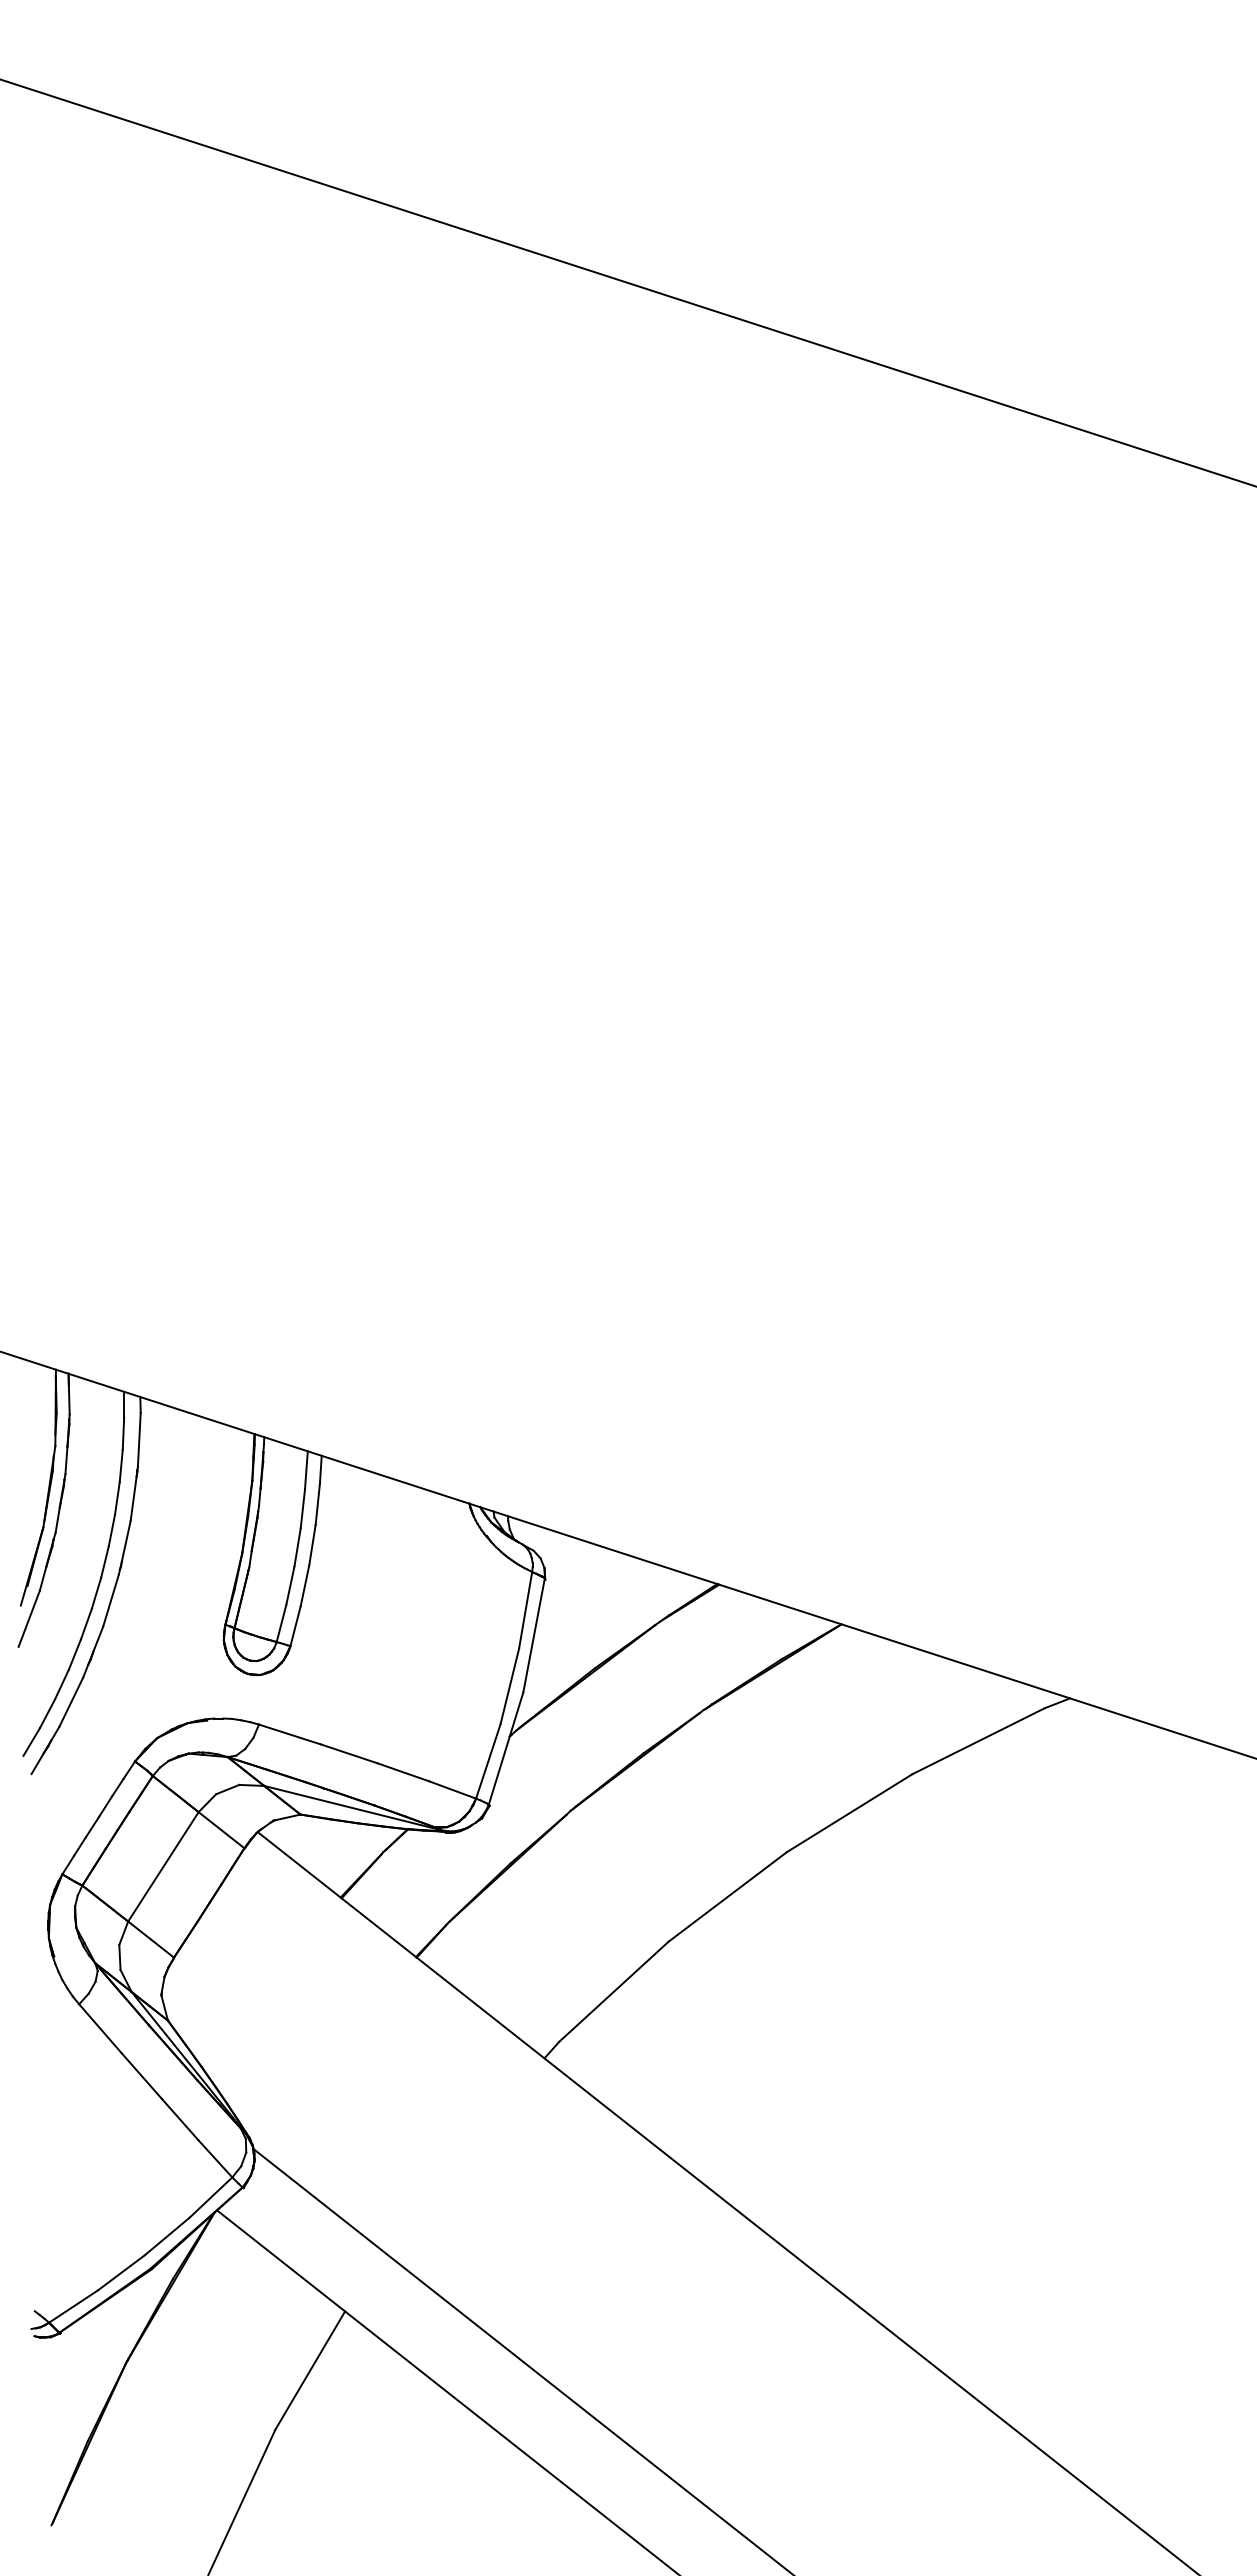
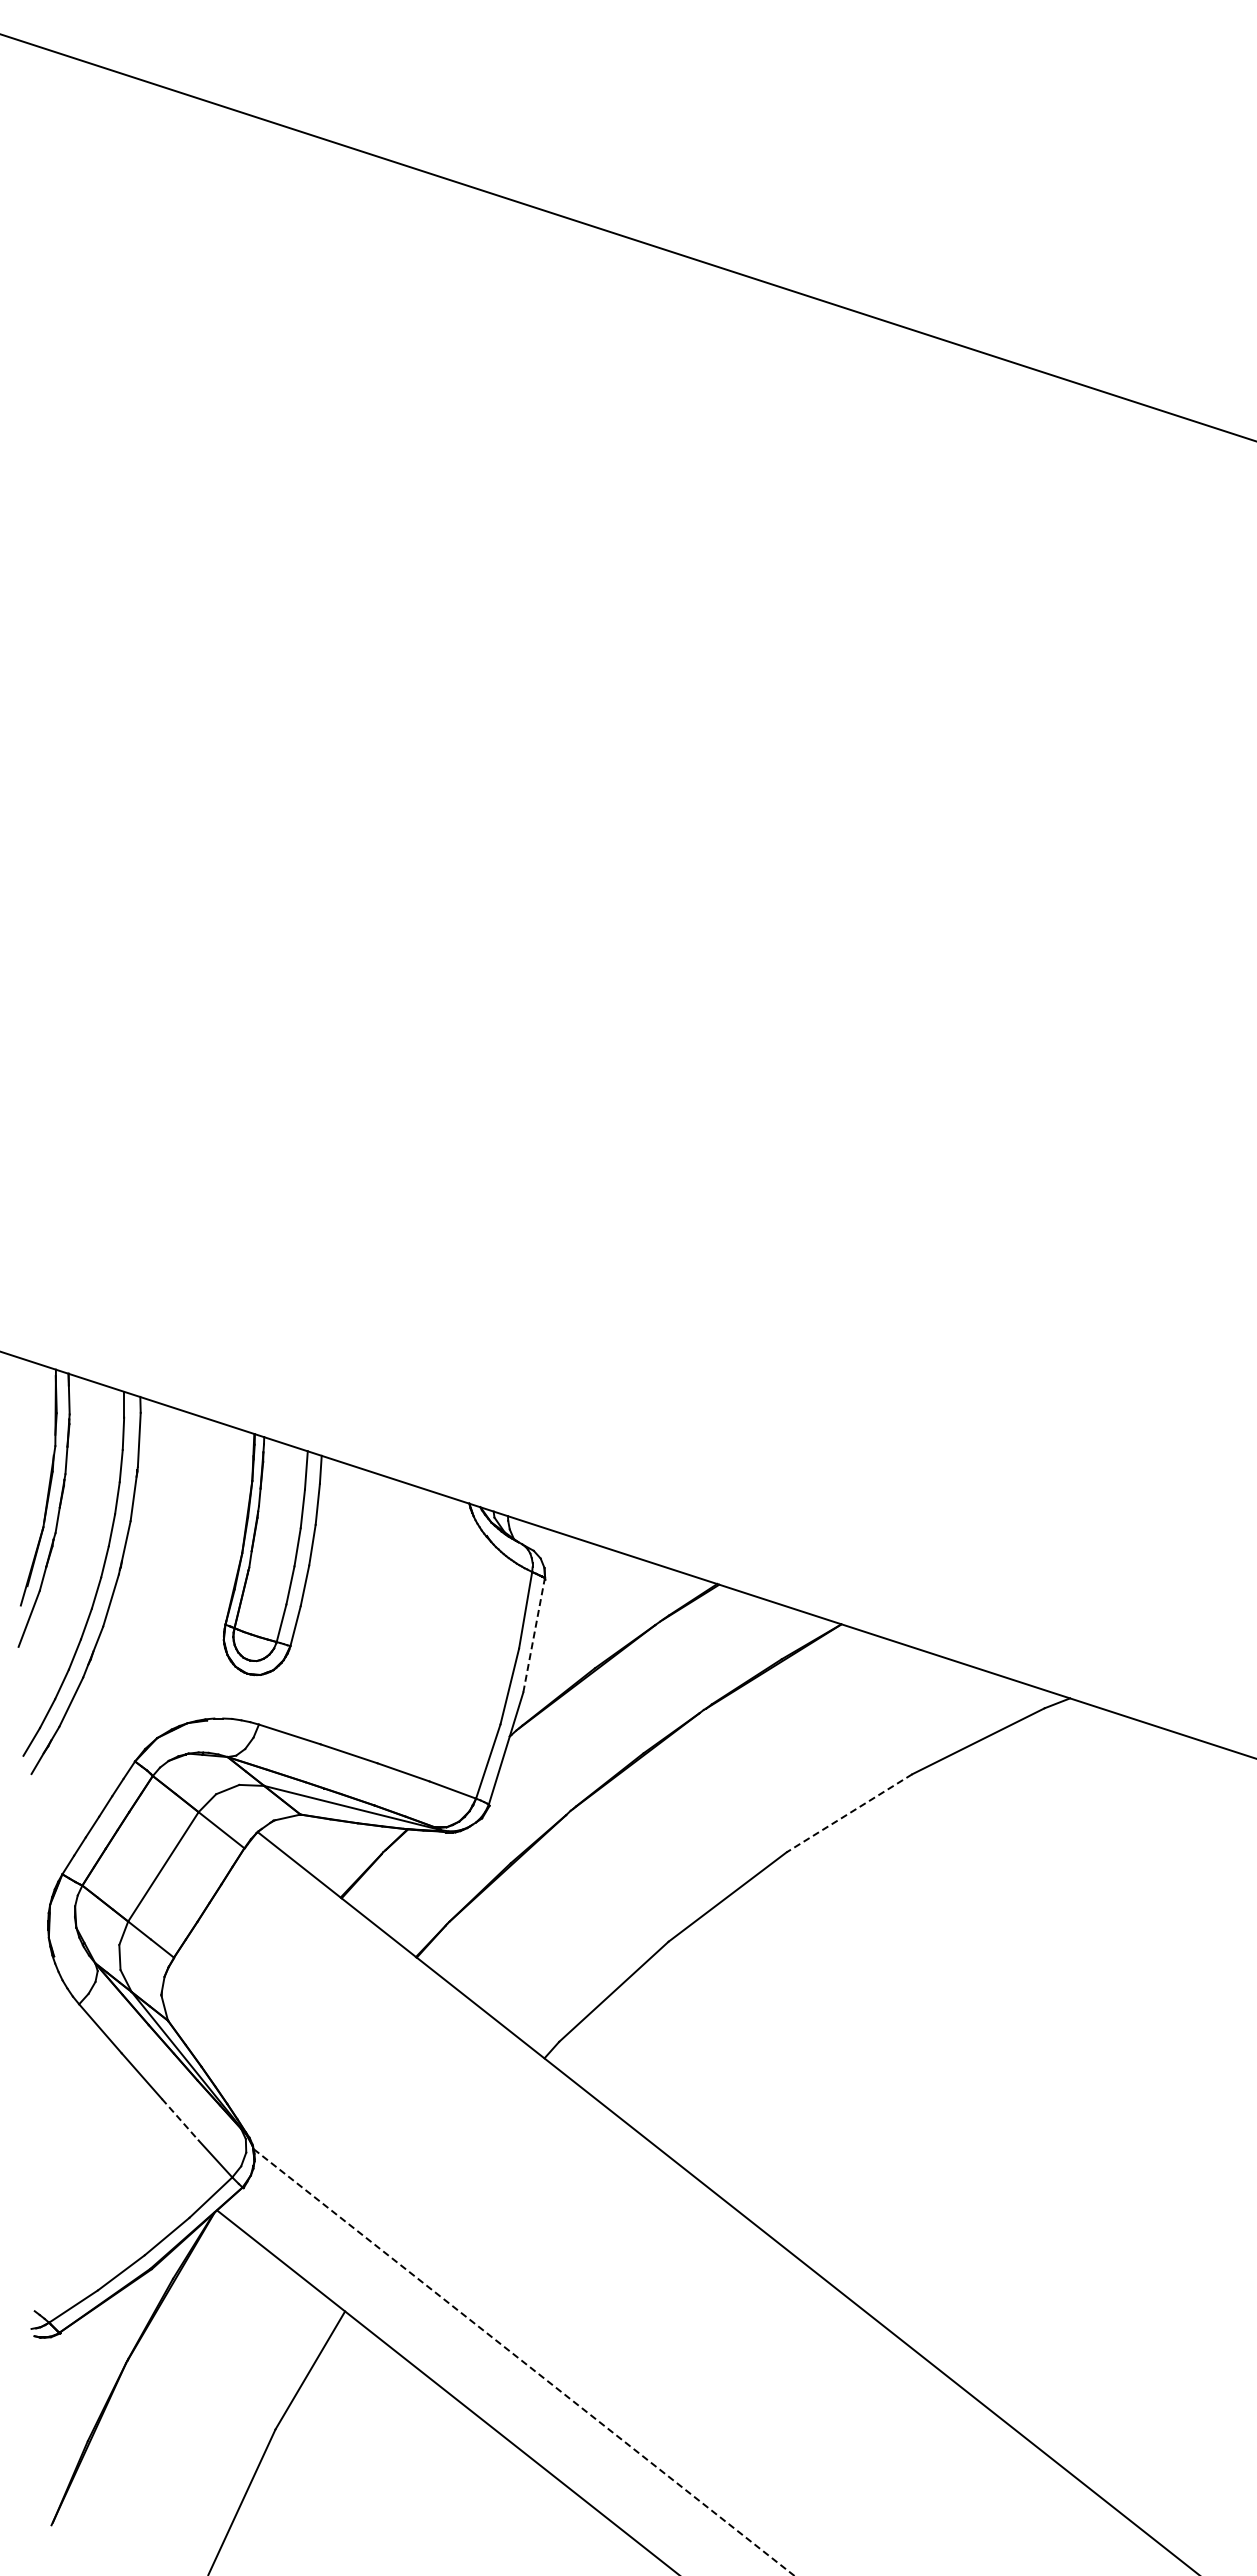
line at (627, 282) position: (627, 282) -> (627, 237)
line at (534, 1634): solid -> dashed
line at (849, 1813): solid -> dashed
line at (180, 2119): solid -> dashed
line at (524, 2362): solid -> dashed
